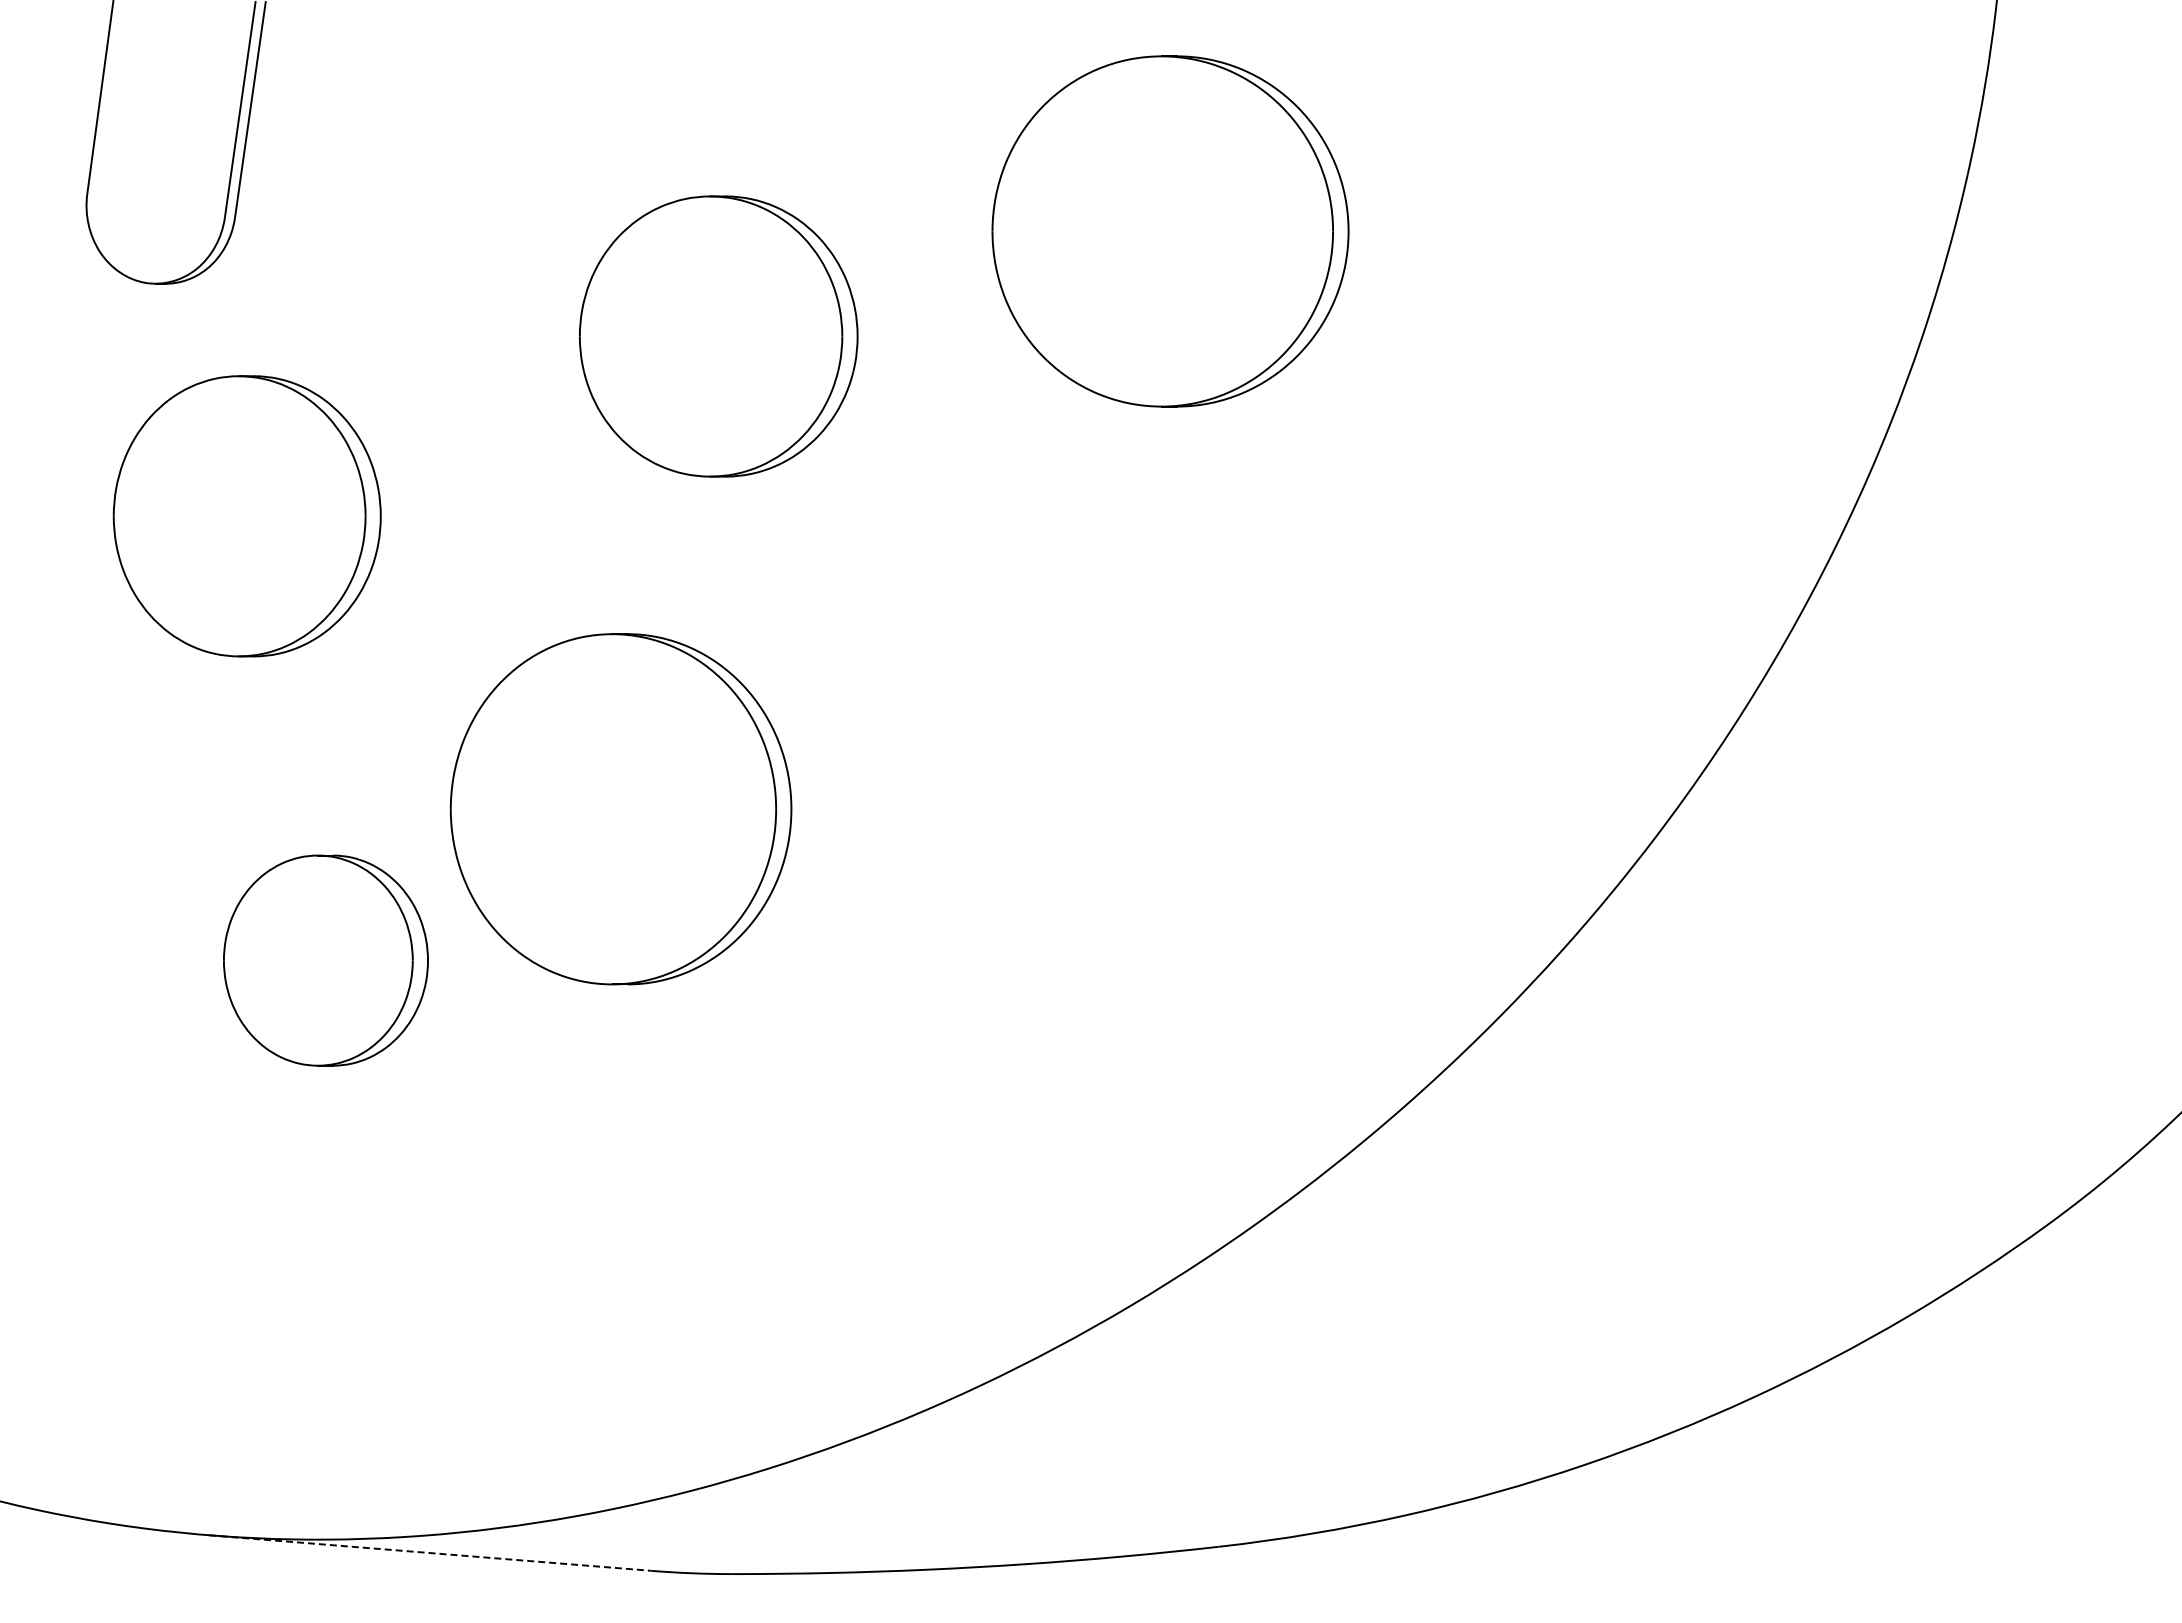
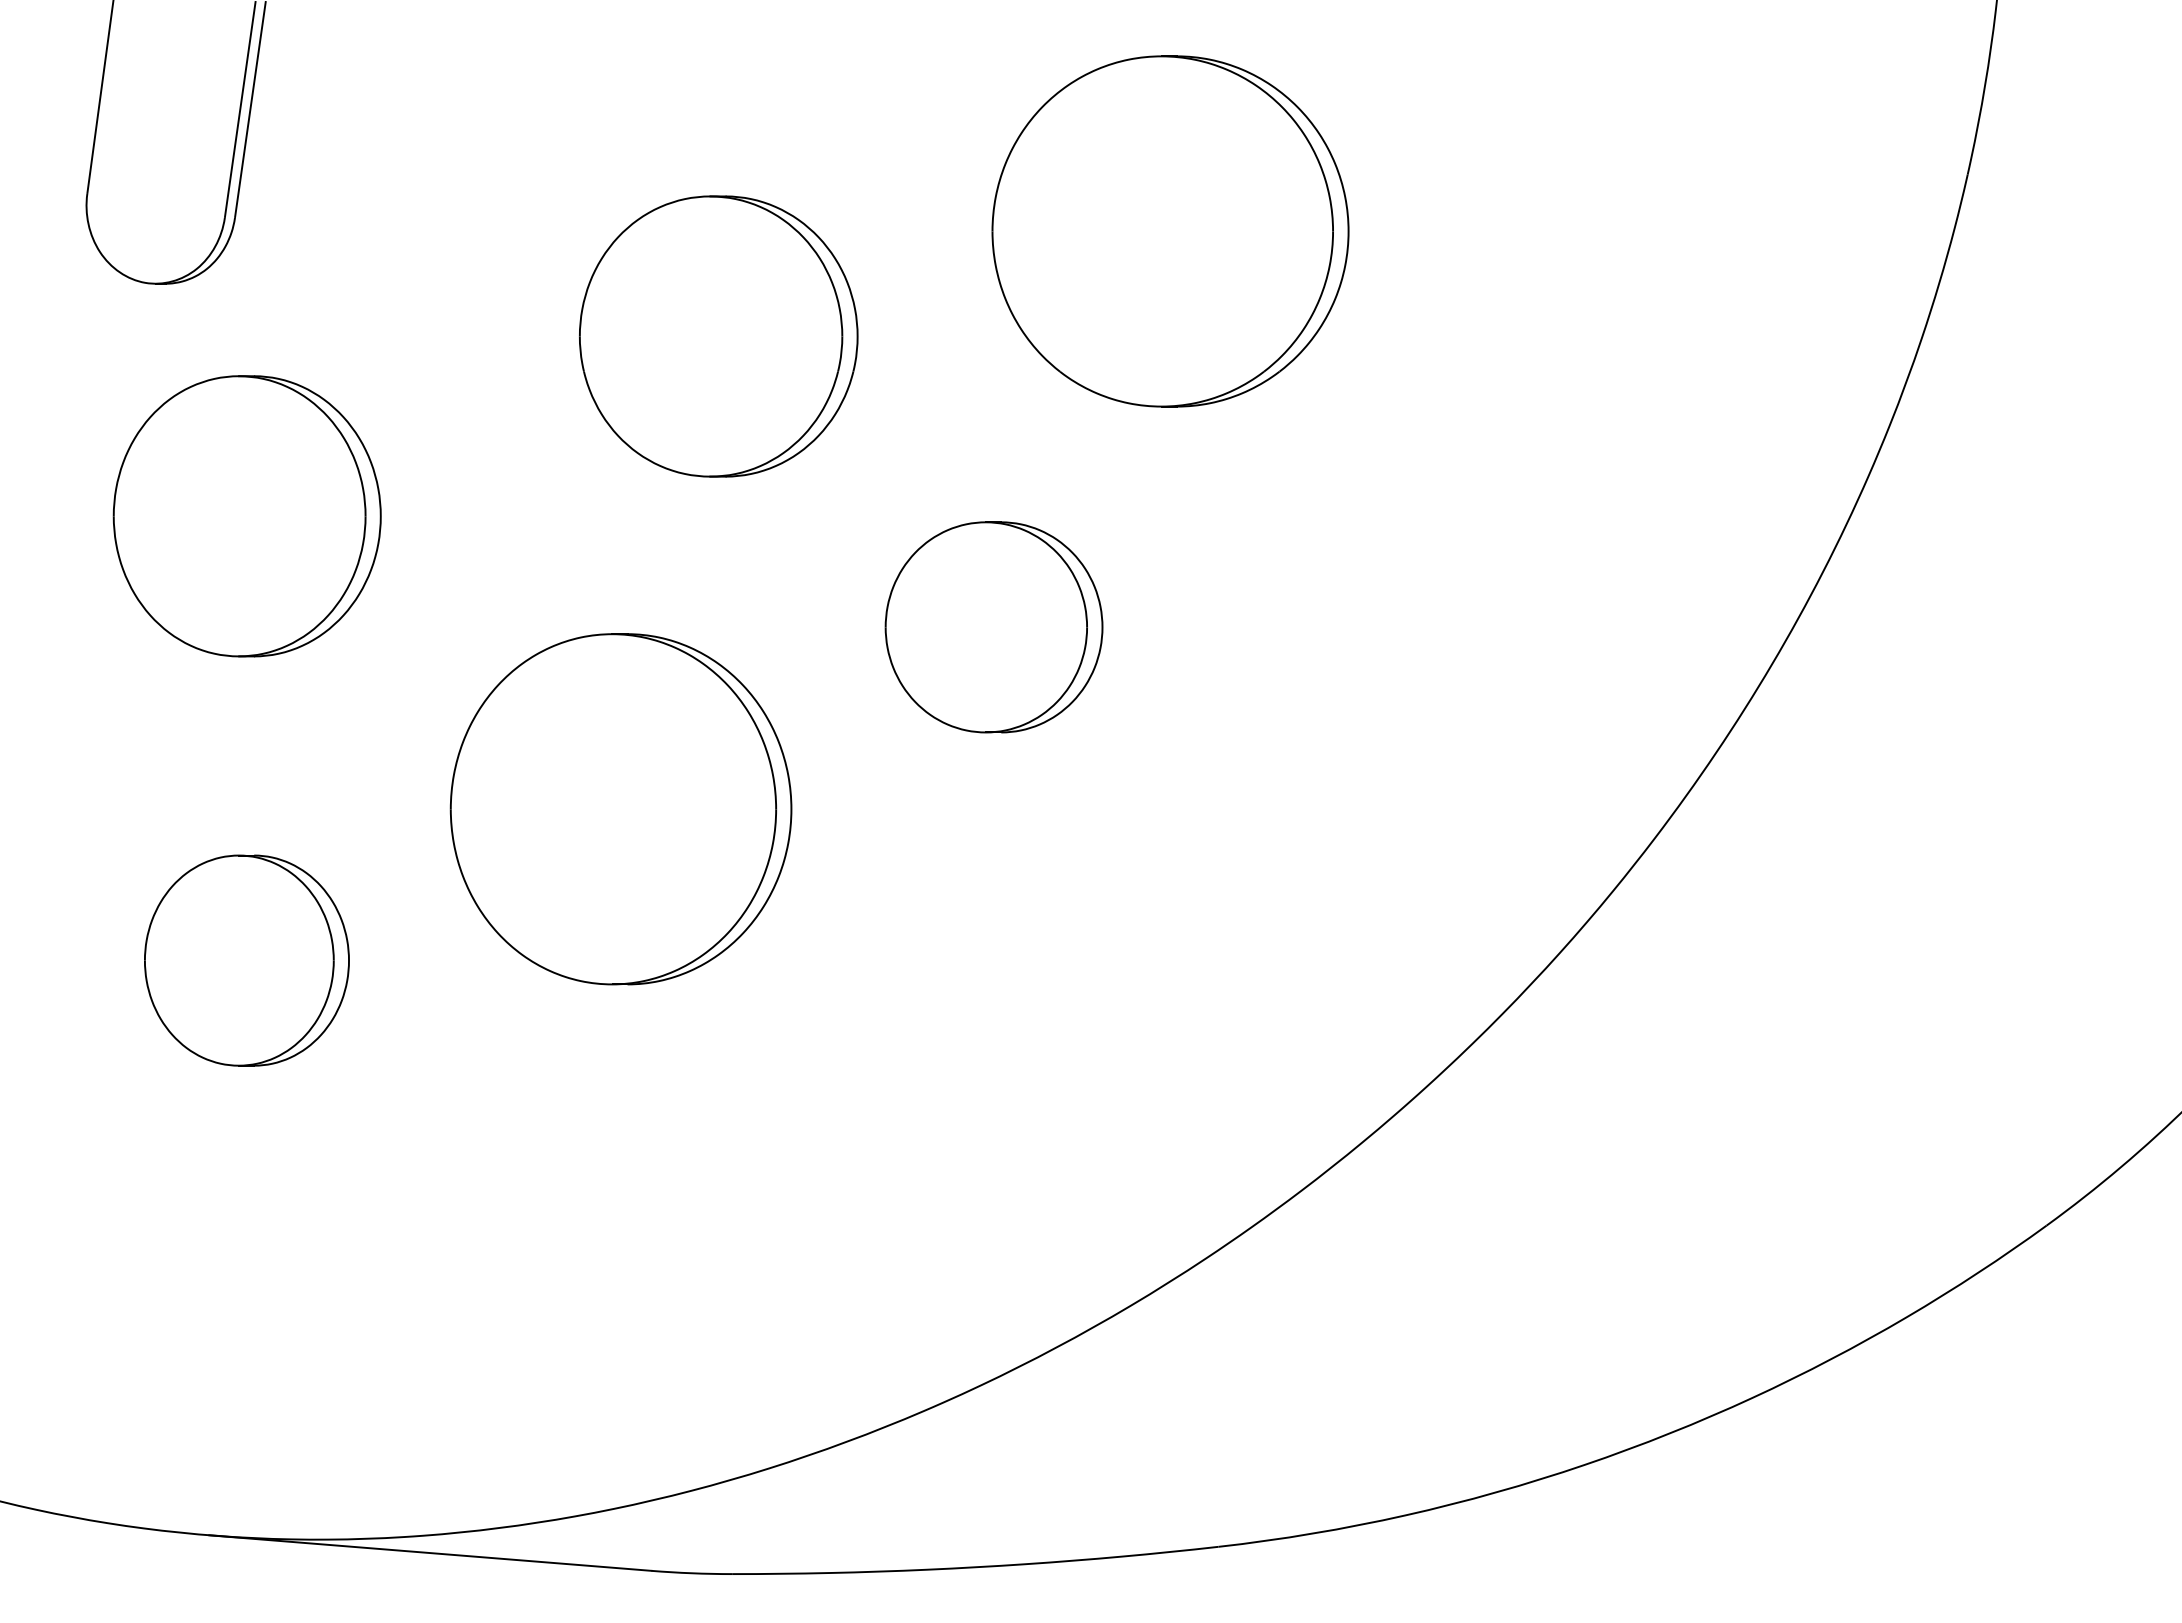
part at (993, 627): none -> present
part at (325, 960) position: (325, 960) -> (246, 960)
line at (430, 1553): dashed -> solid
